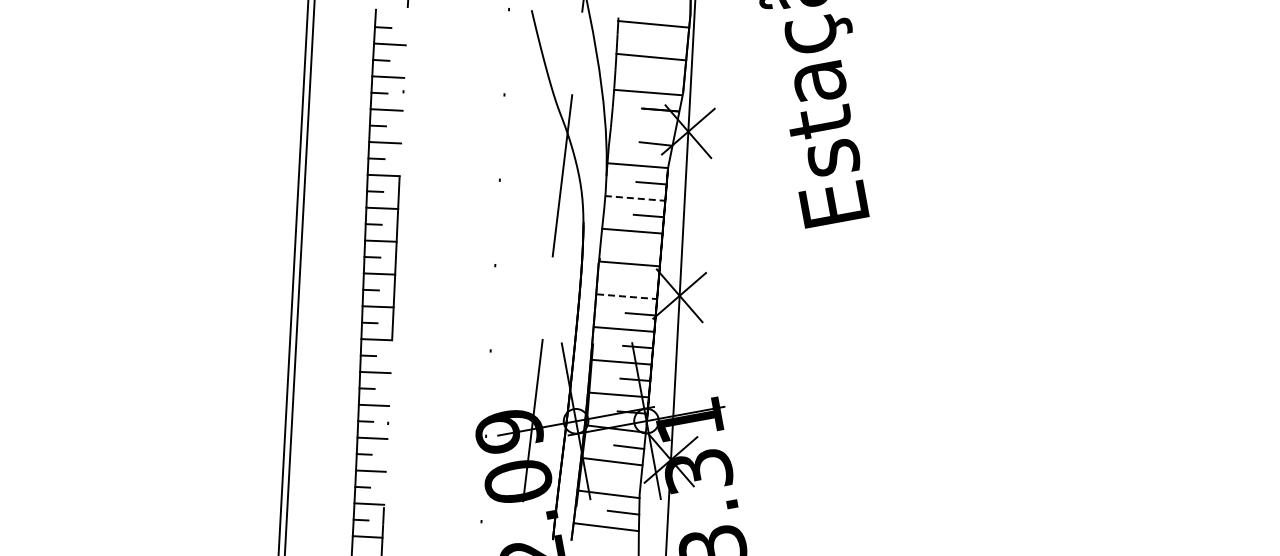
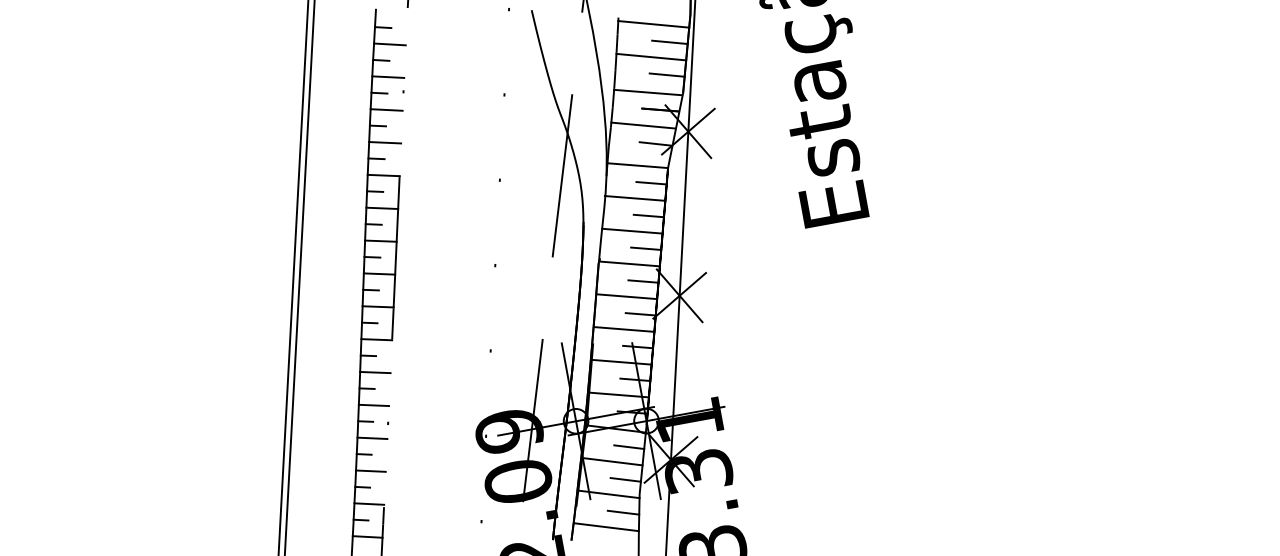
line at (669, 42): none -> present
line at (666, 74): none -> present
line at (643, 125): none -> present
line at (635, 198): dashed -> solid
line at (646, 248): none -> present
line at (643, 281): none -> present
line at (627, 296): dashed -> solid
line at (625, 479): none -> present
